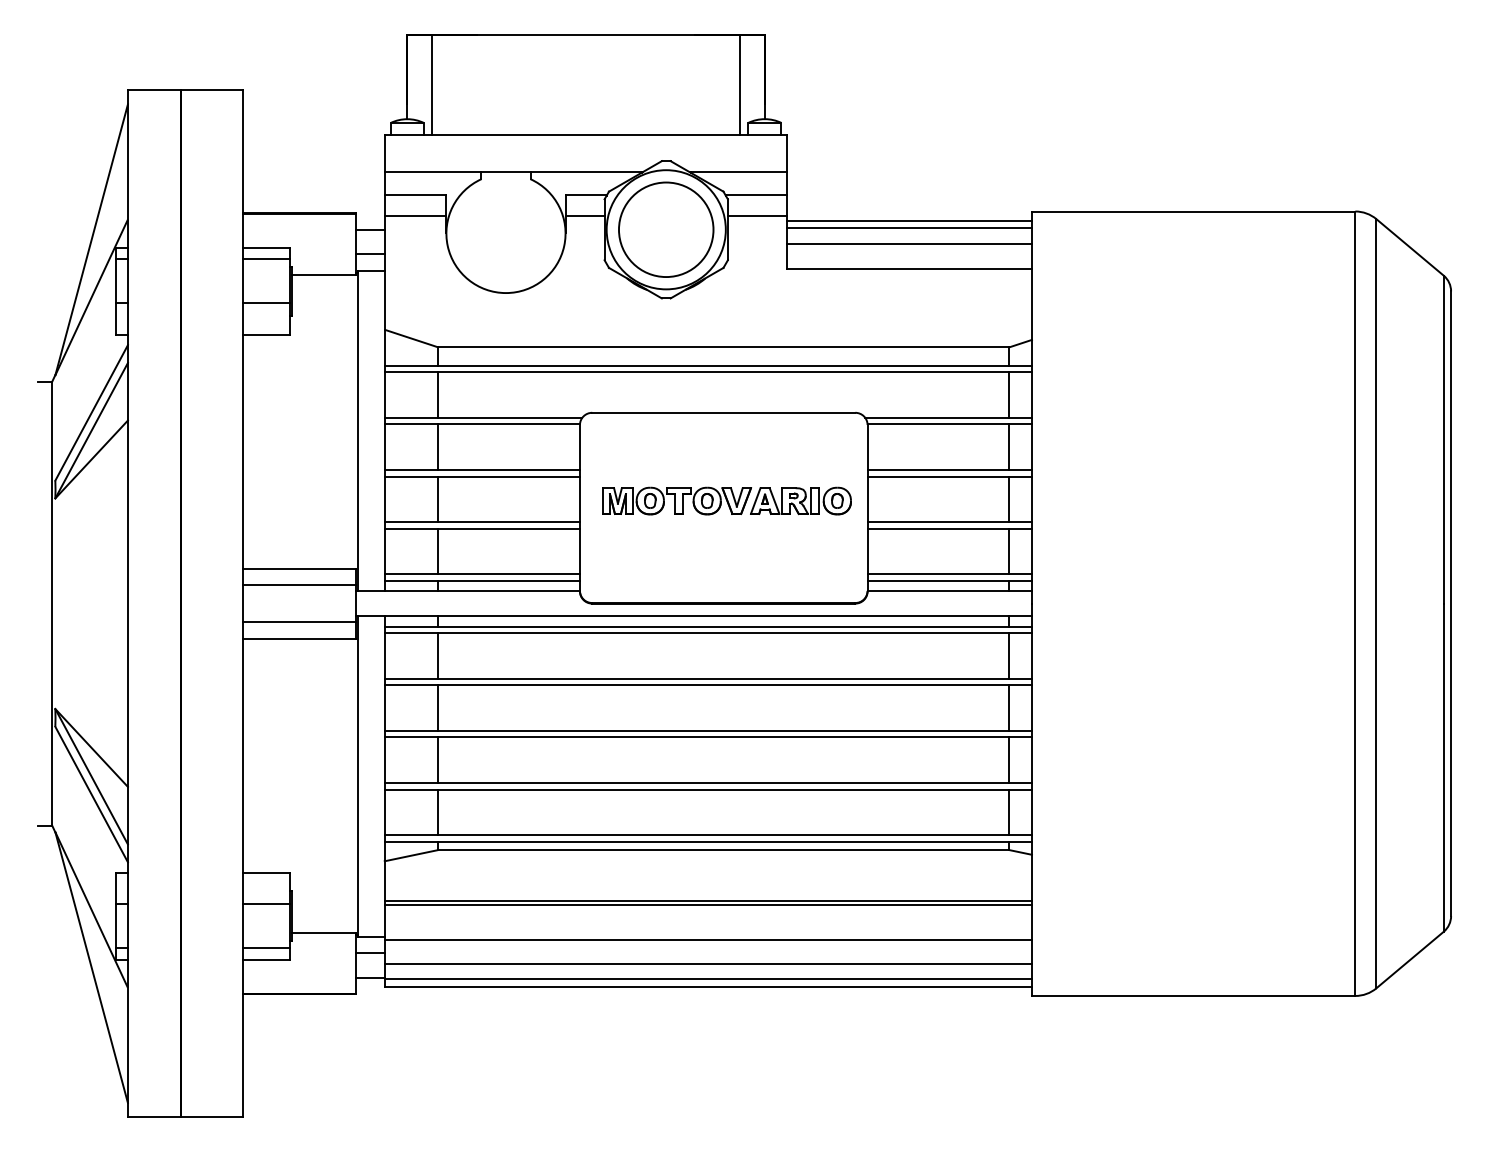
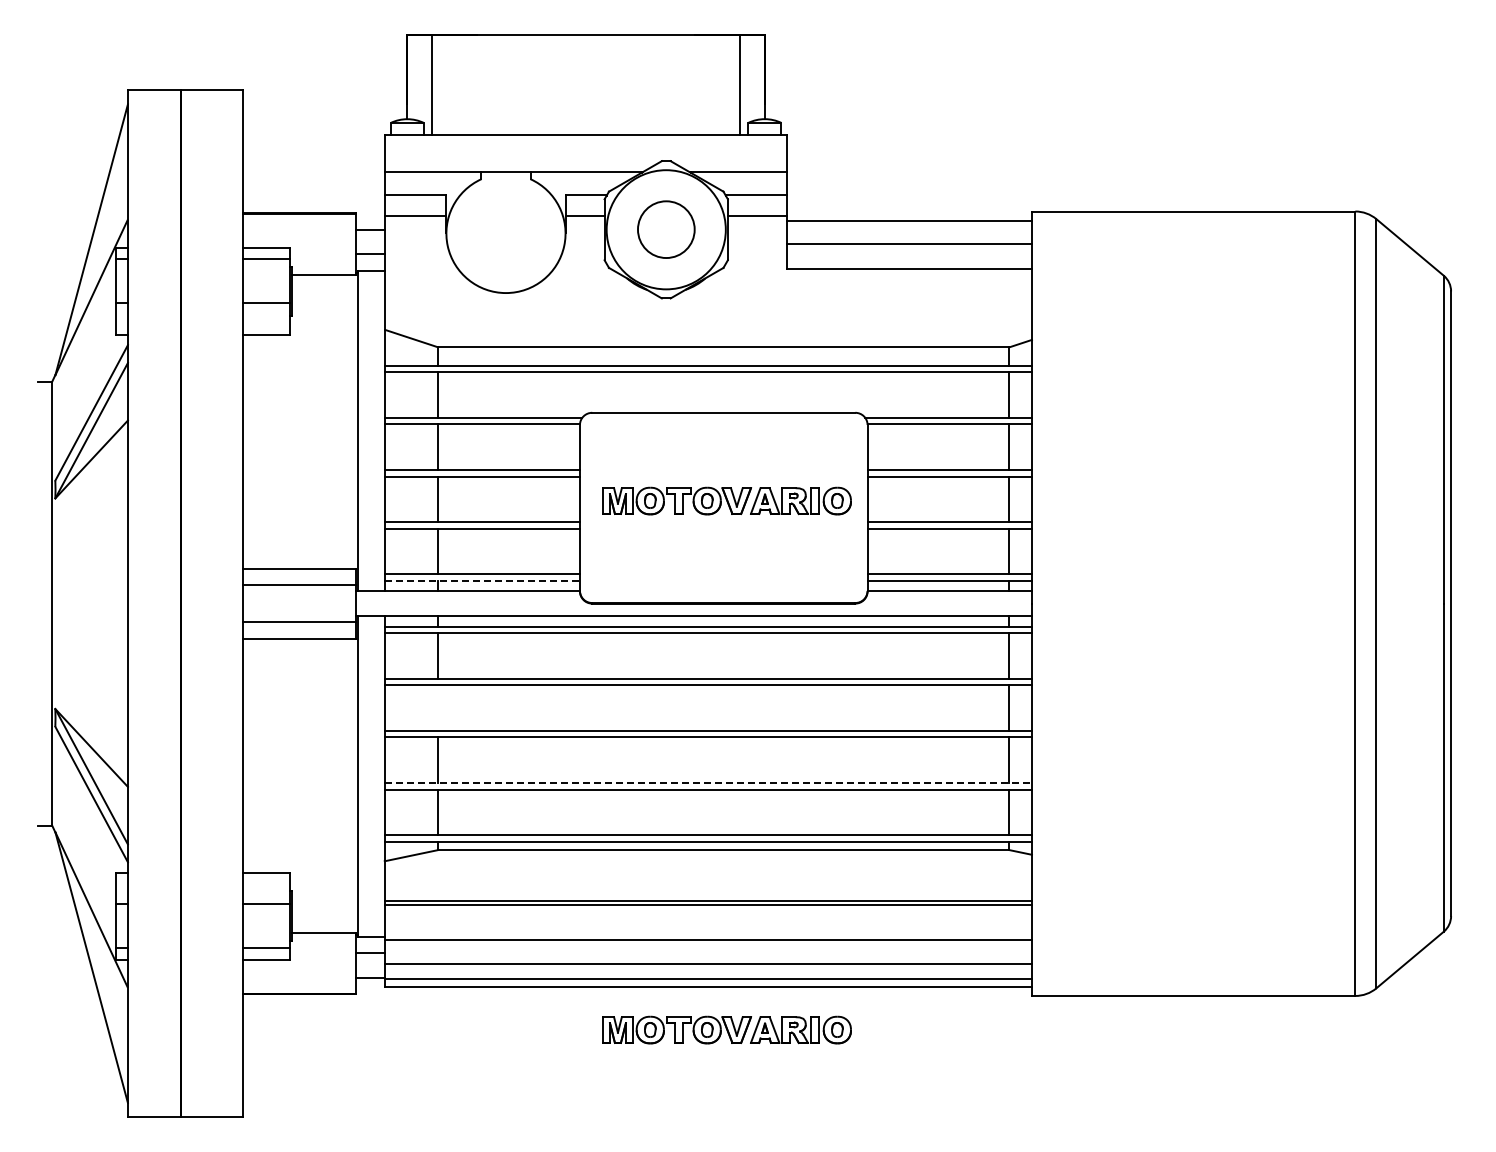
line at (909, 228): present -> none
circle at (666, 229) size: 97x97 px -> 59x59 px
line at (482, 580): solid -> dashed
line at (438, 707): present -> none
line at (708, 783): solid -> dashed
part at (726, 1029): none -> present
